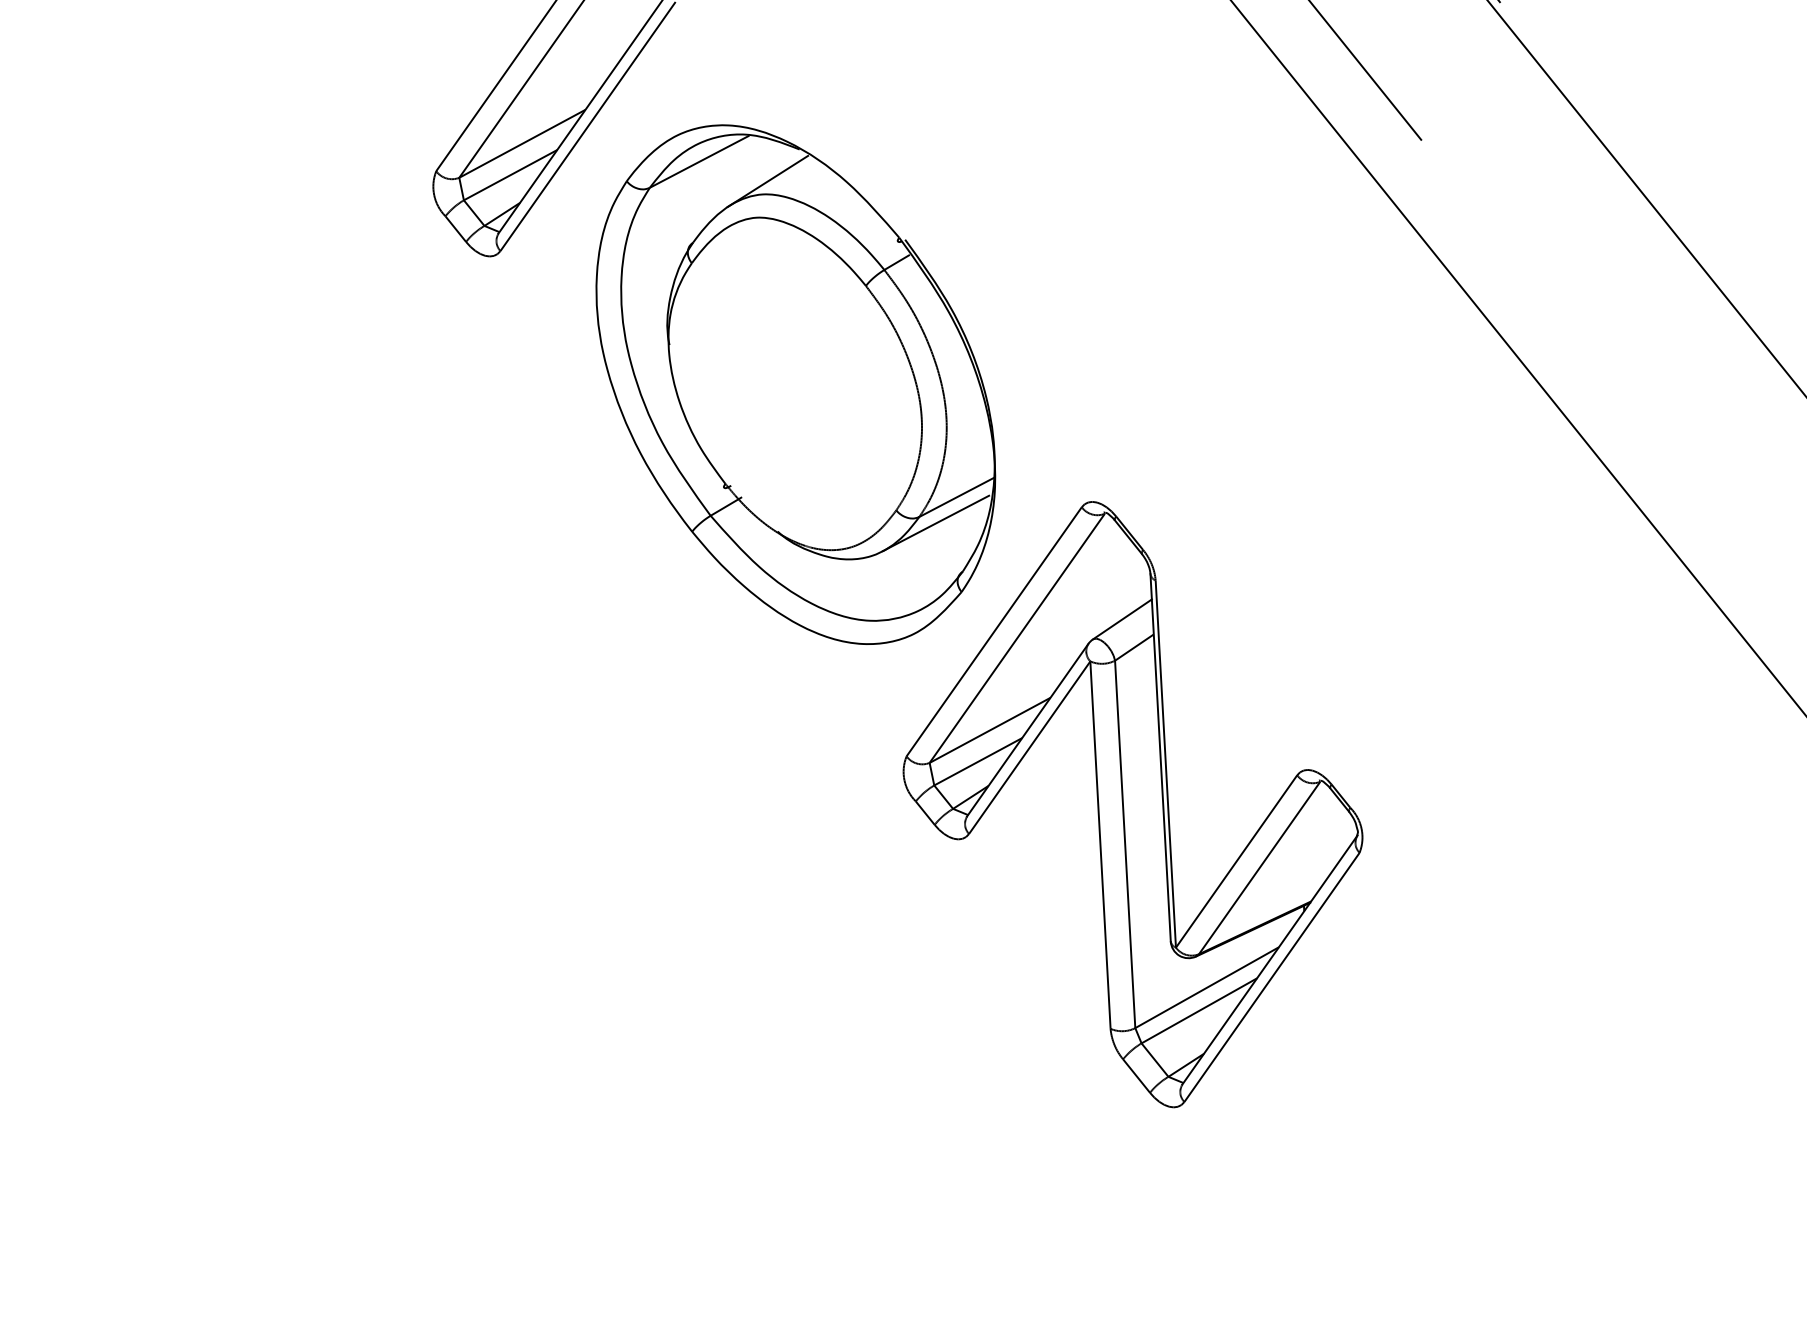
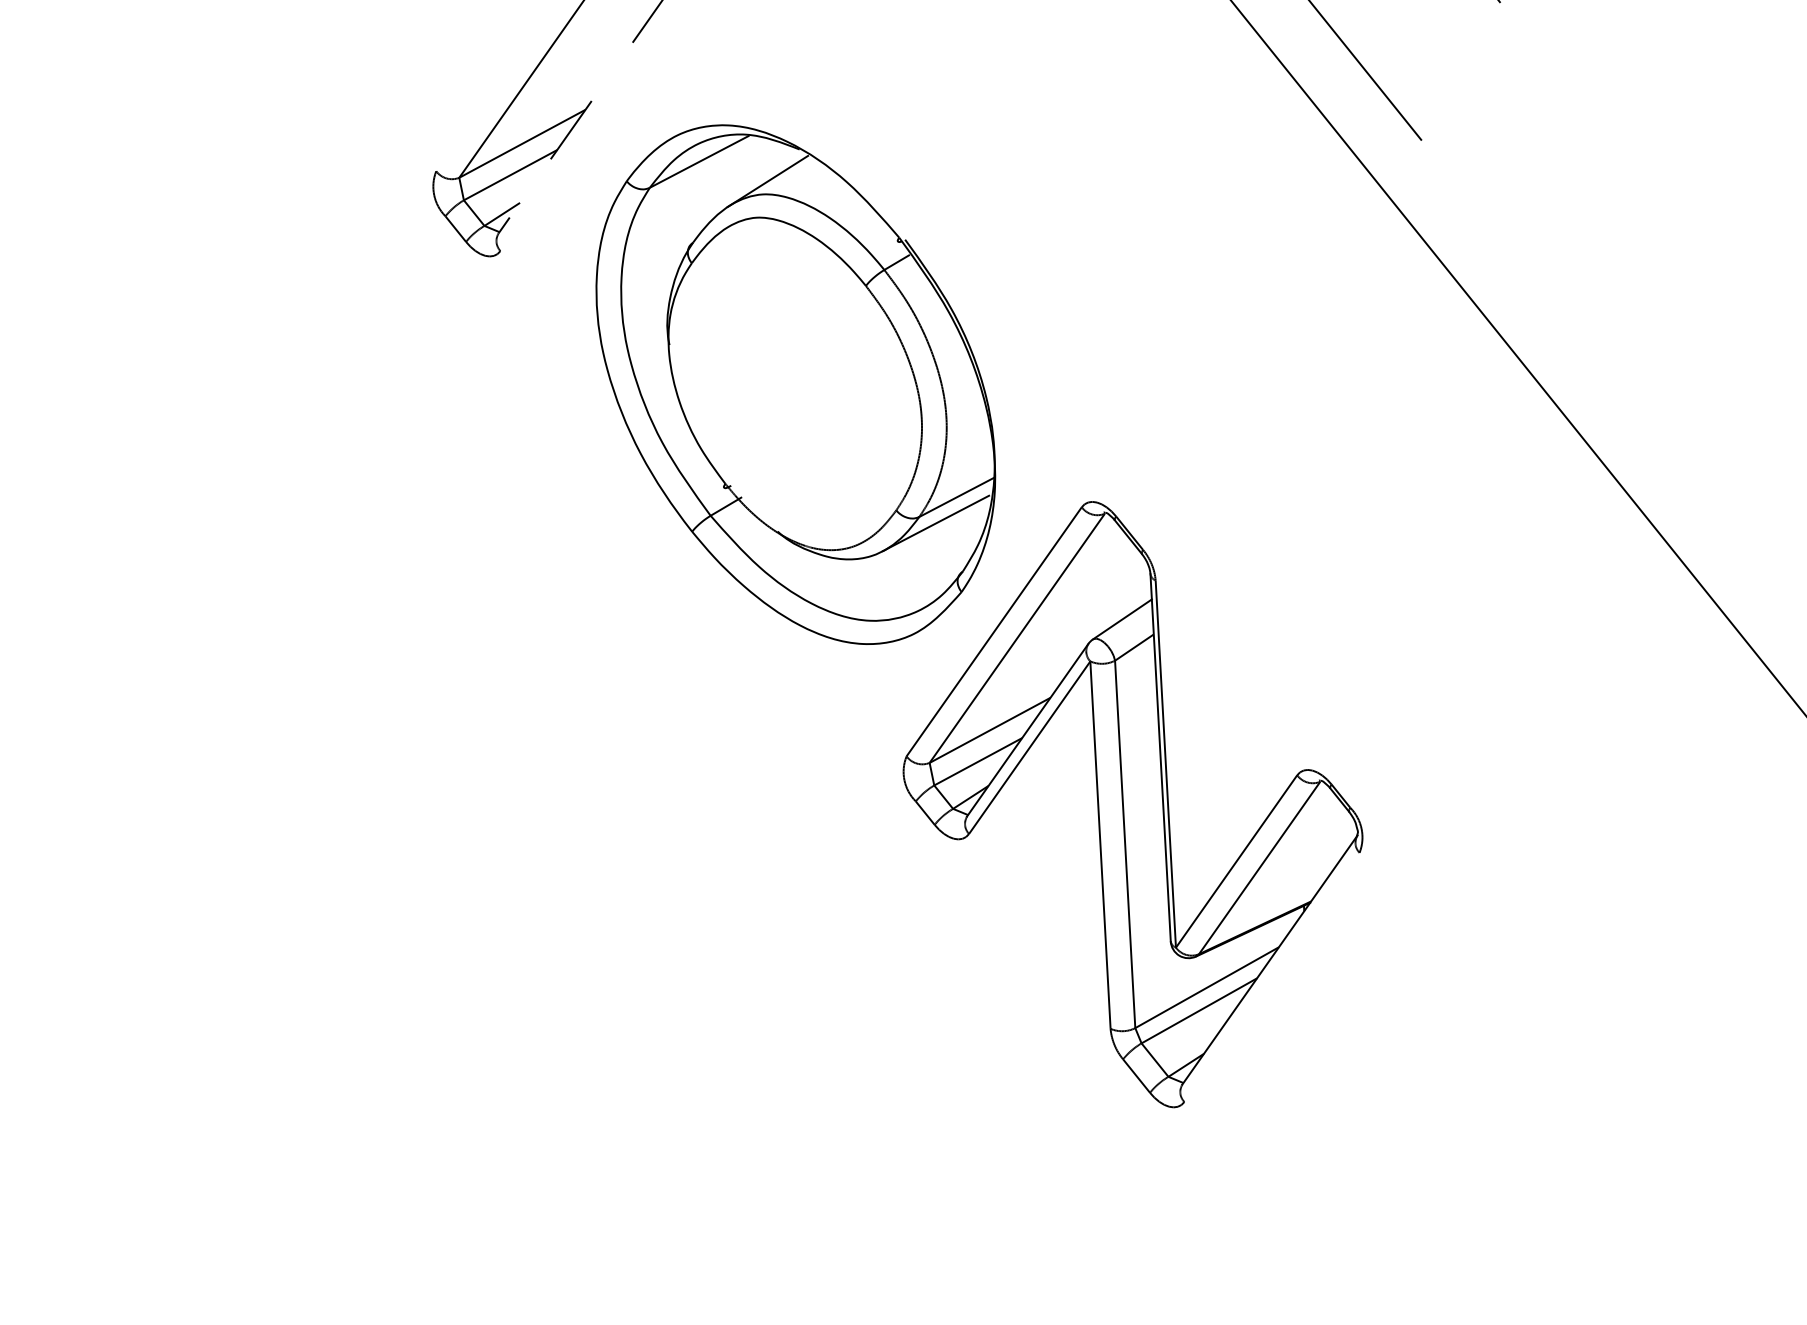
line at (495, 86): present -> none
line at (580, 116): solid -> dashed
line at (587, 126): present -> none
line at (1645, 197): present -> none
line at (1271, 977): present -> none
